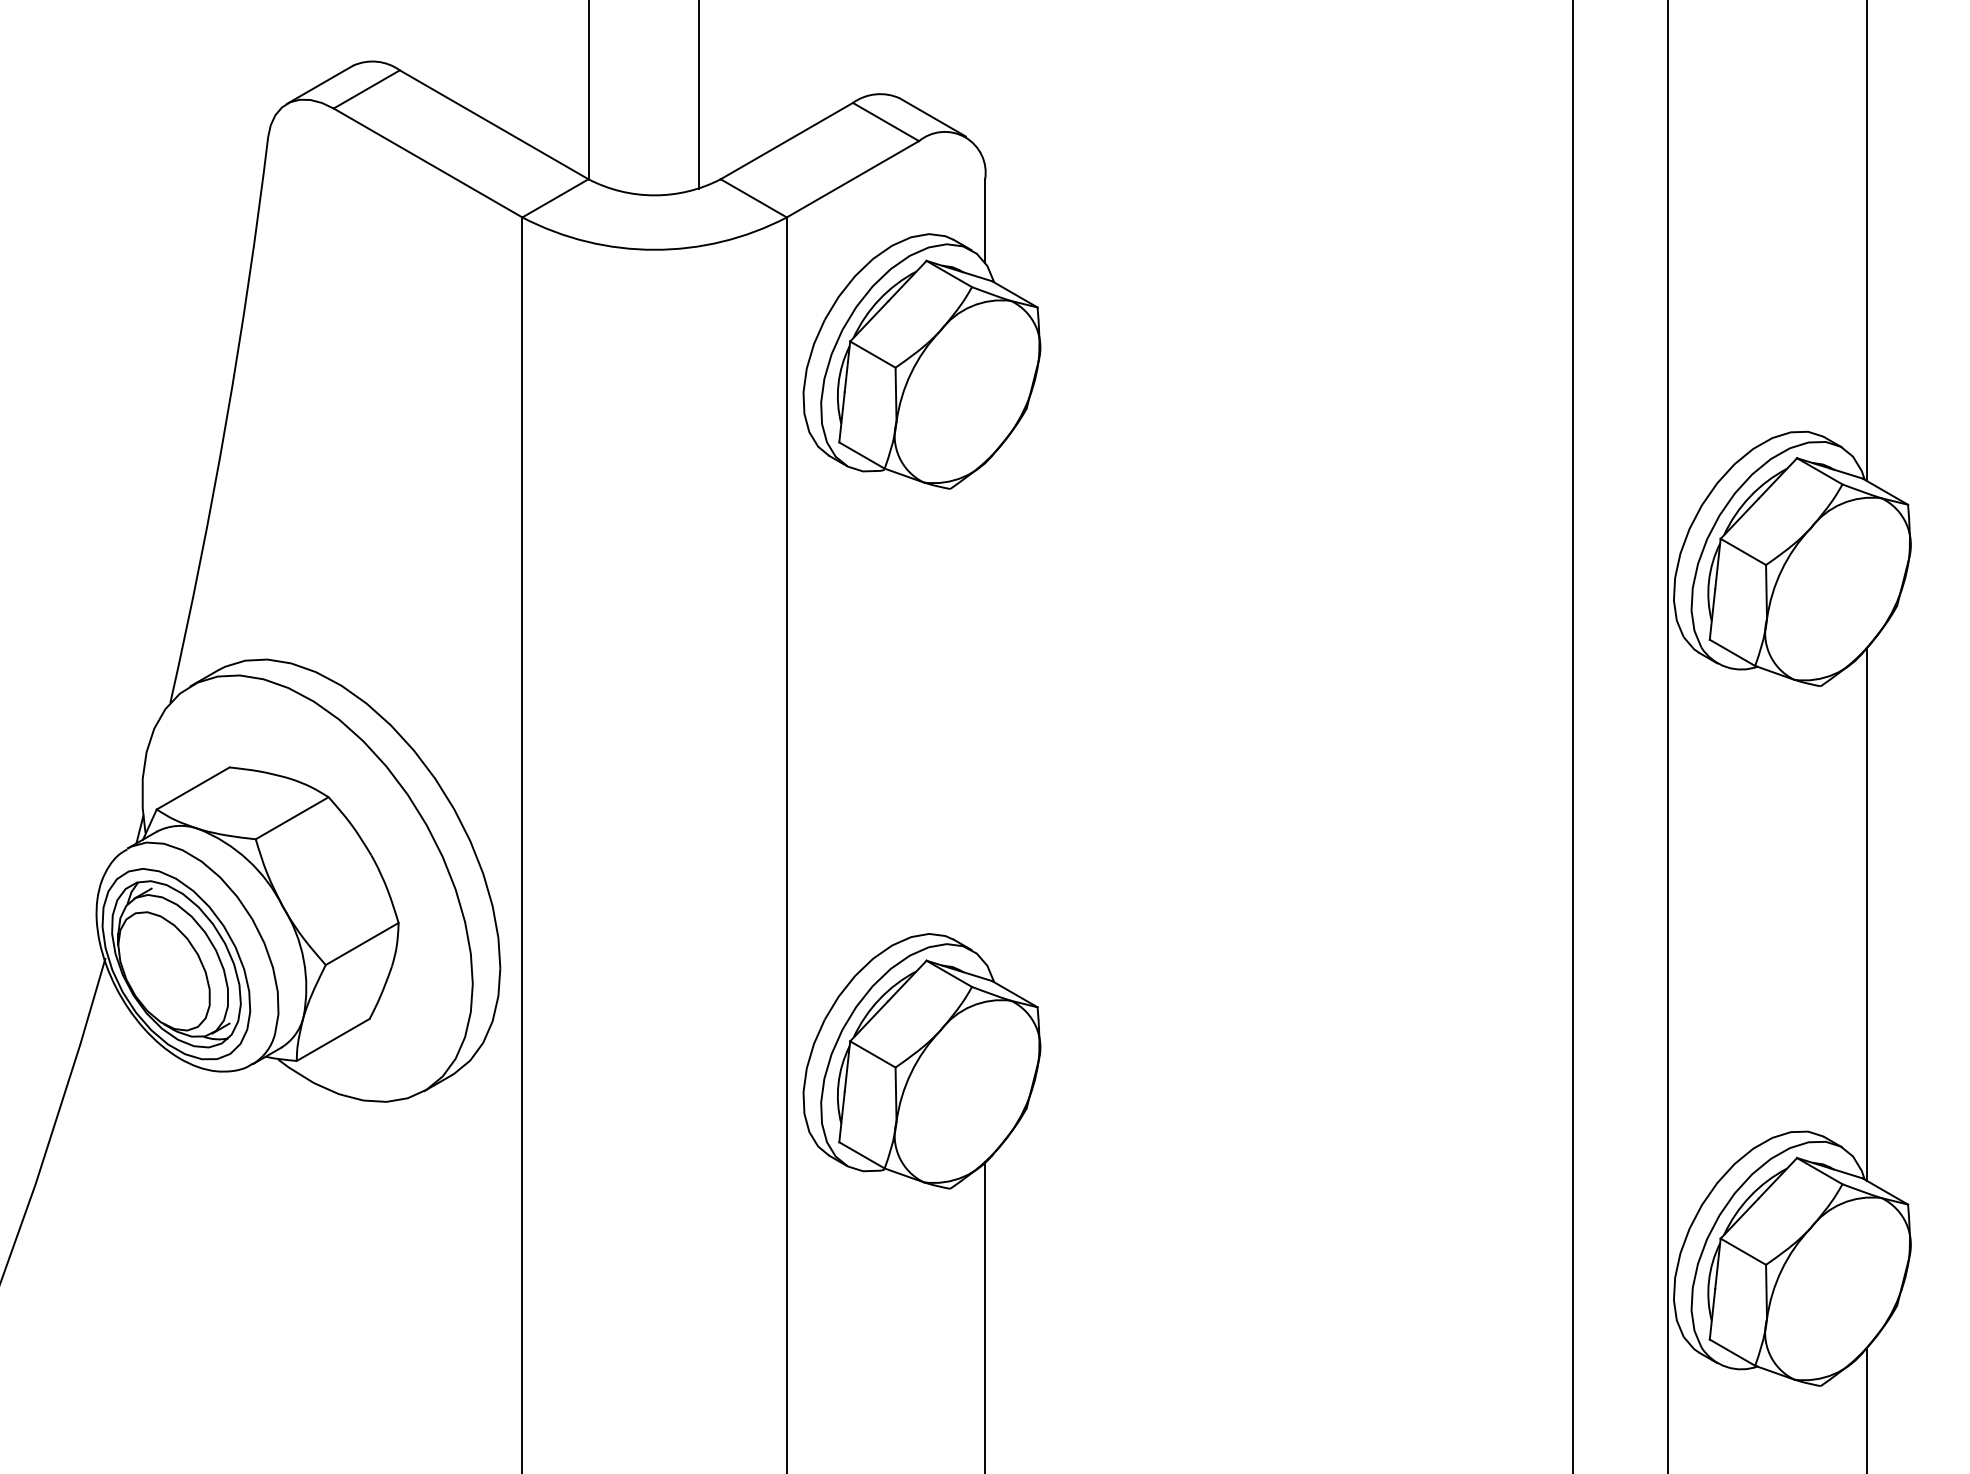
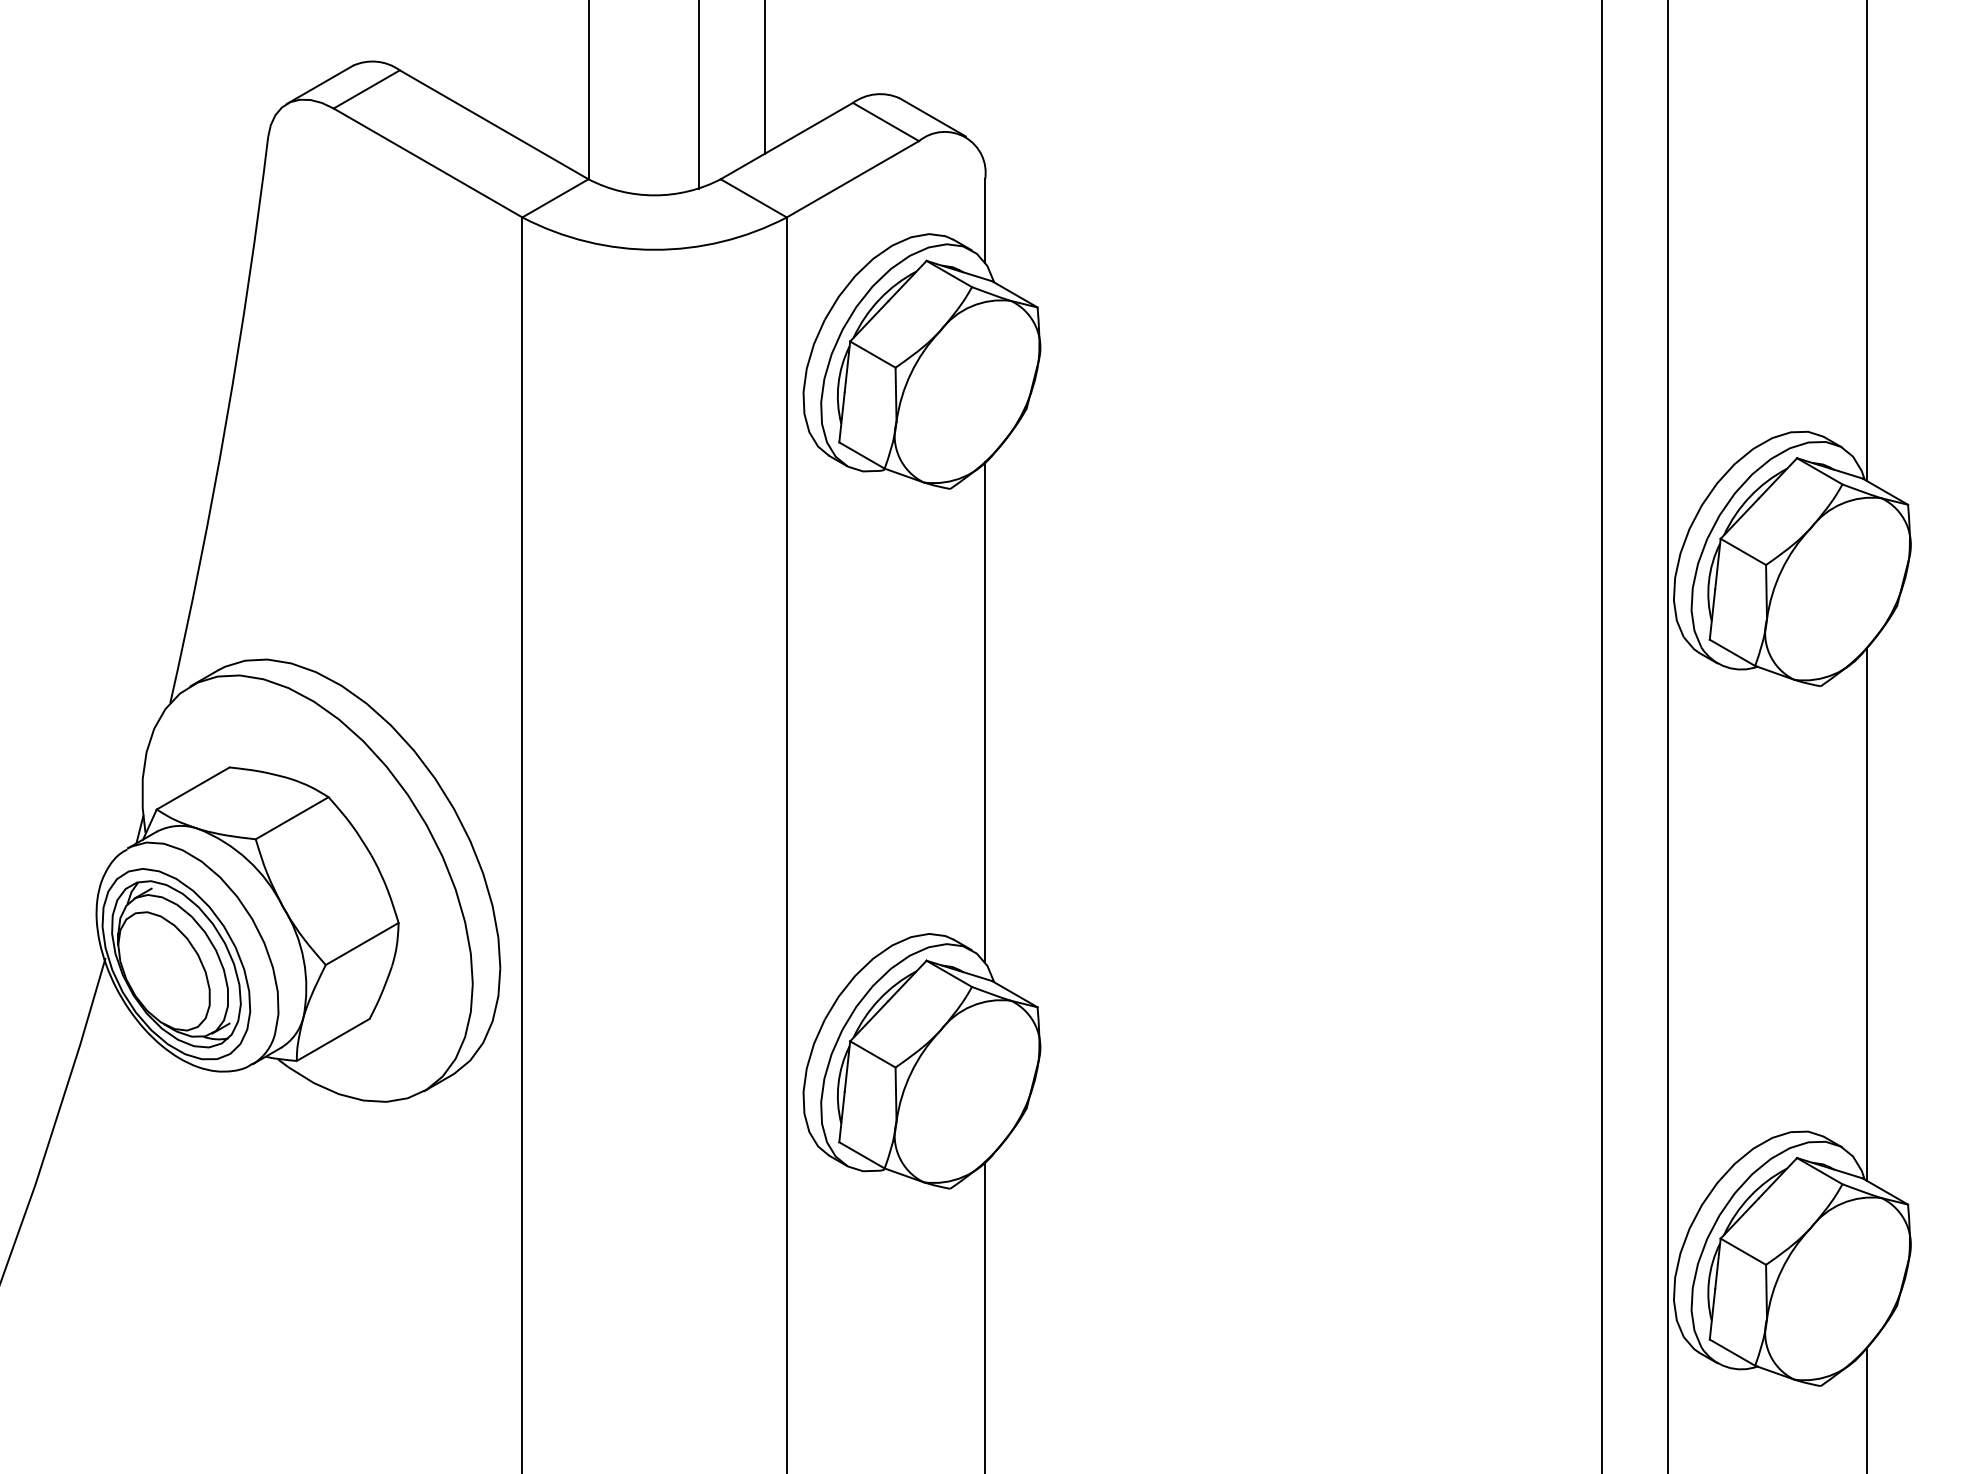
line at (764, 77): none -> present
line at (985, 711): none -> present
line at (1573, 736) position: (1573, 736) -> (1602, 736)
